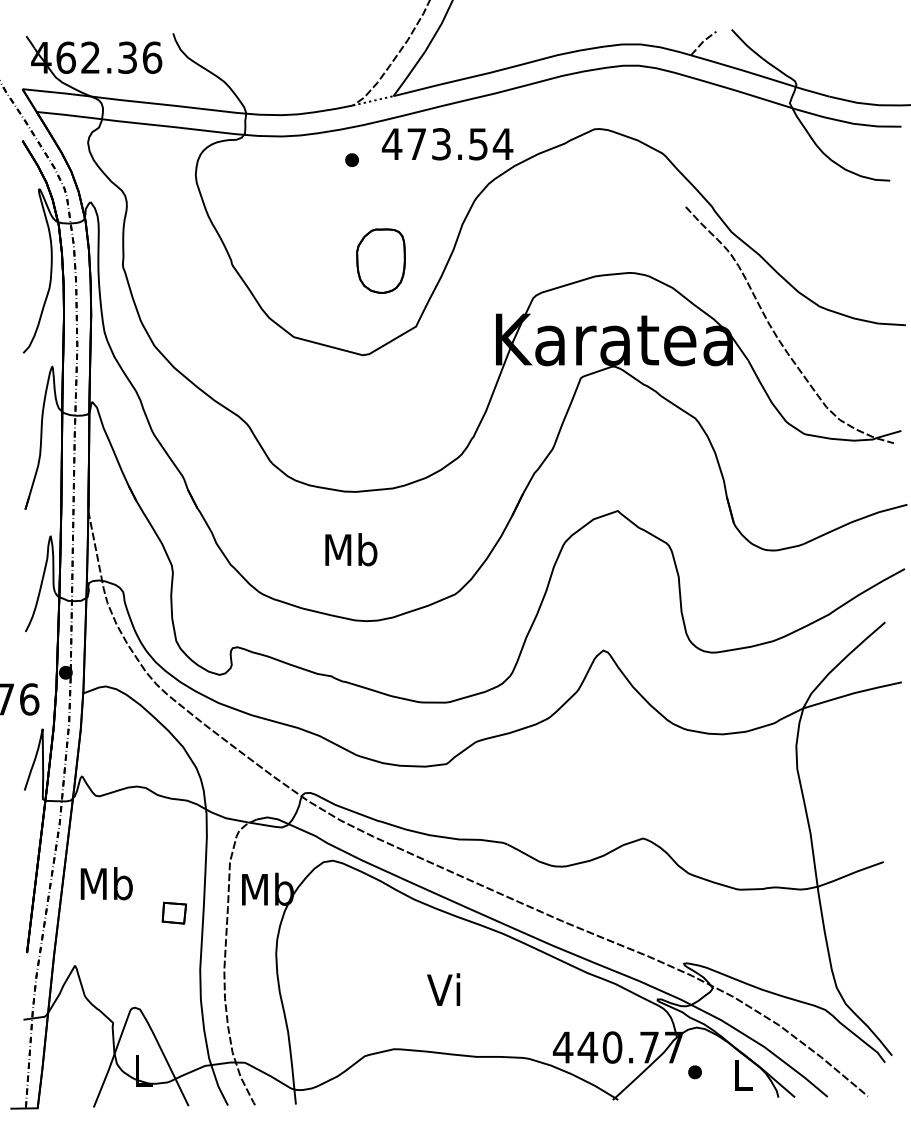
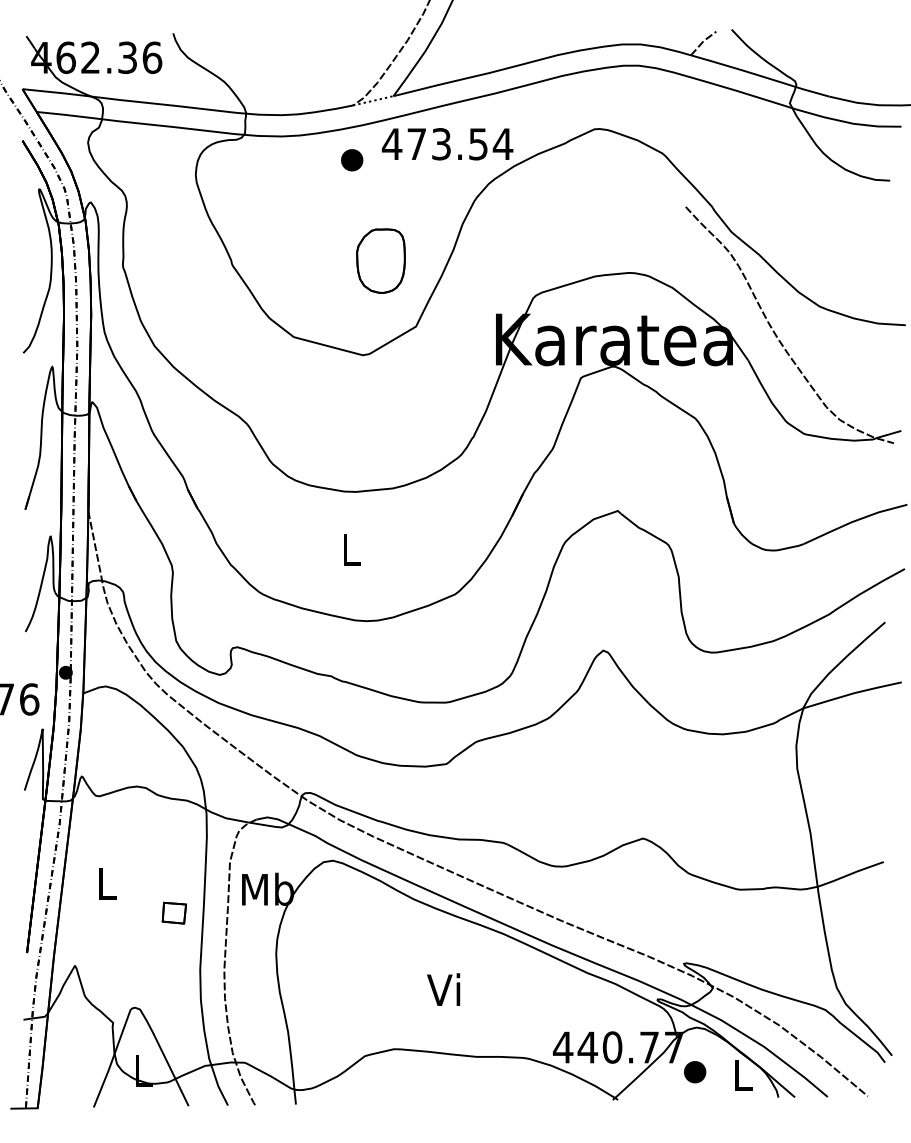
part at (351, 159) size: 14x14 px -> 23x23 px
text at (351, 549): Mb -> L
text at (106, 883): Mb -> L
part at (694, 1072) size: 14x15 px -> 23x23 px
